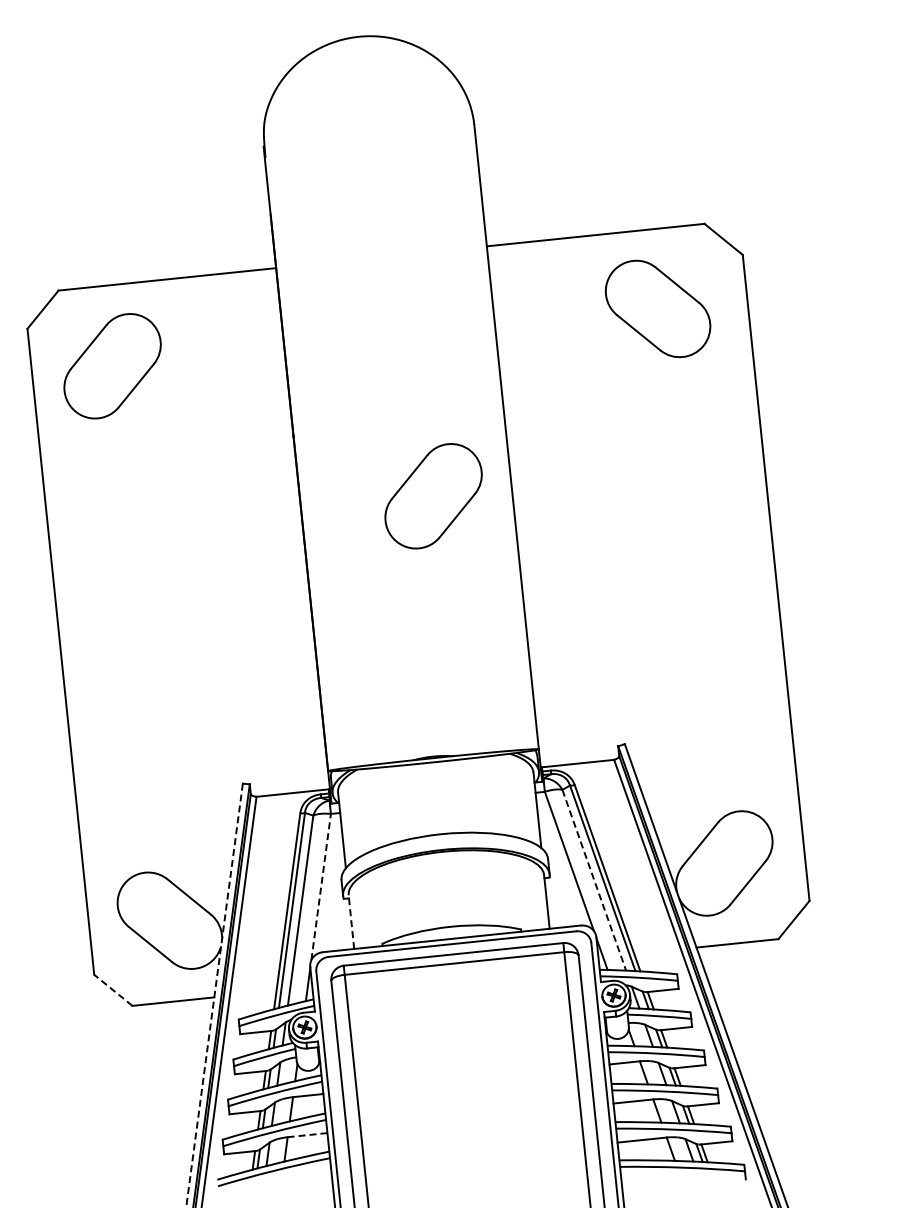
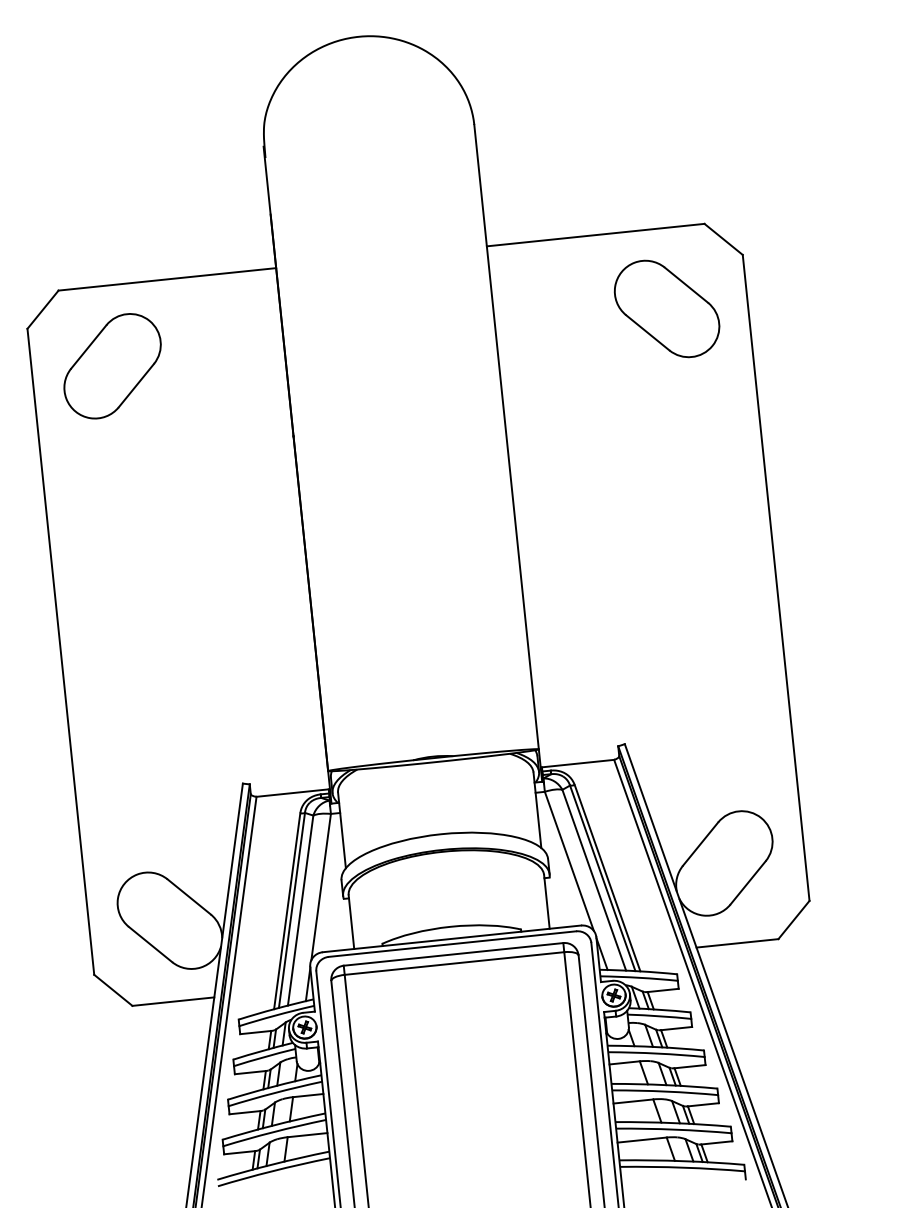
part at (657, 308) position: (657, 308) -> (666, 308)
part at (433, 496): present -> none
line at (594, 880): dashed -> solid
line at (321, 887): dashed -> solid
line at (351, 922): dashed -> solid
line at (113, 990): dashed -> solid
line at (214, 995): dashed -> solid
line at (307, 1135): dashed -> solid
